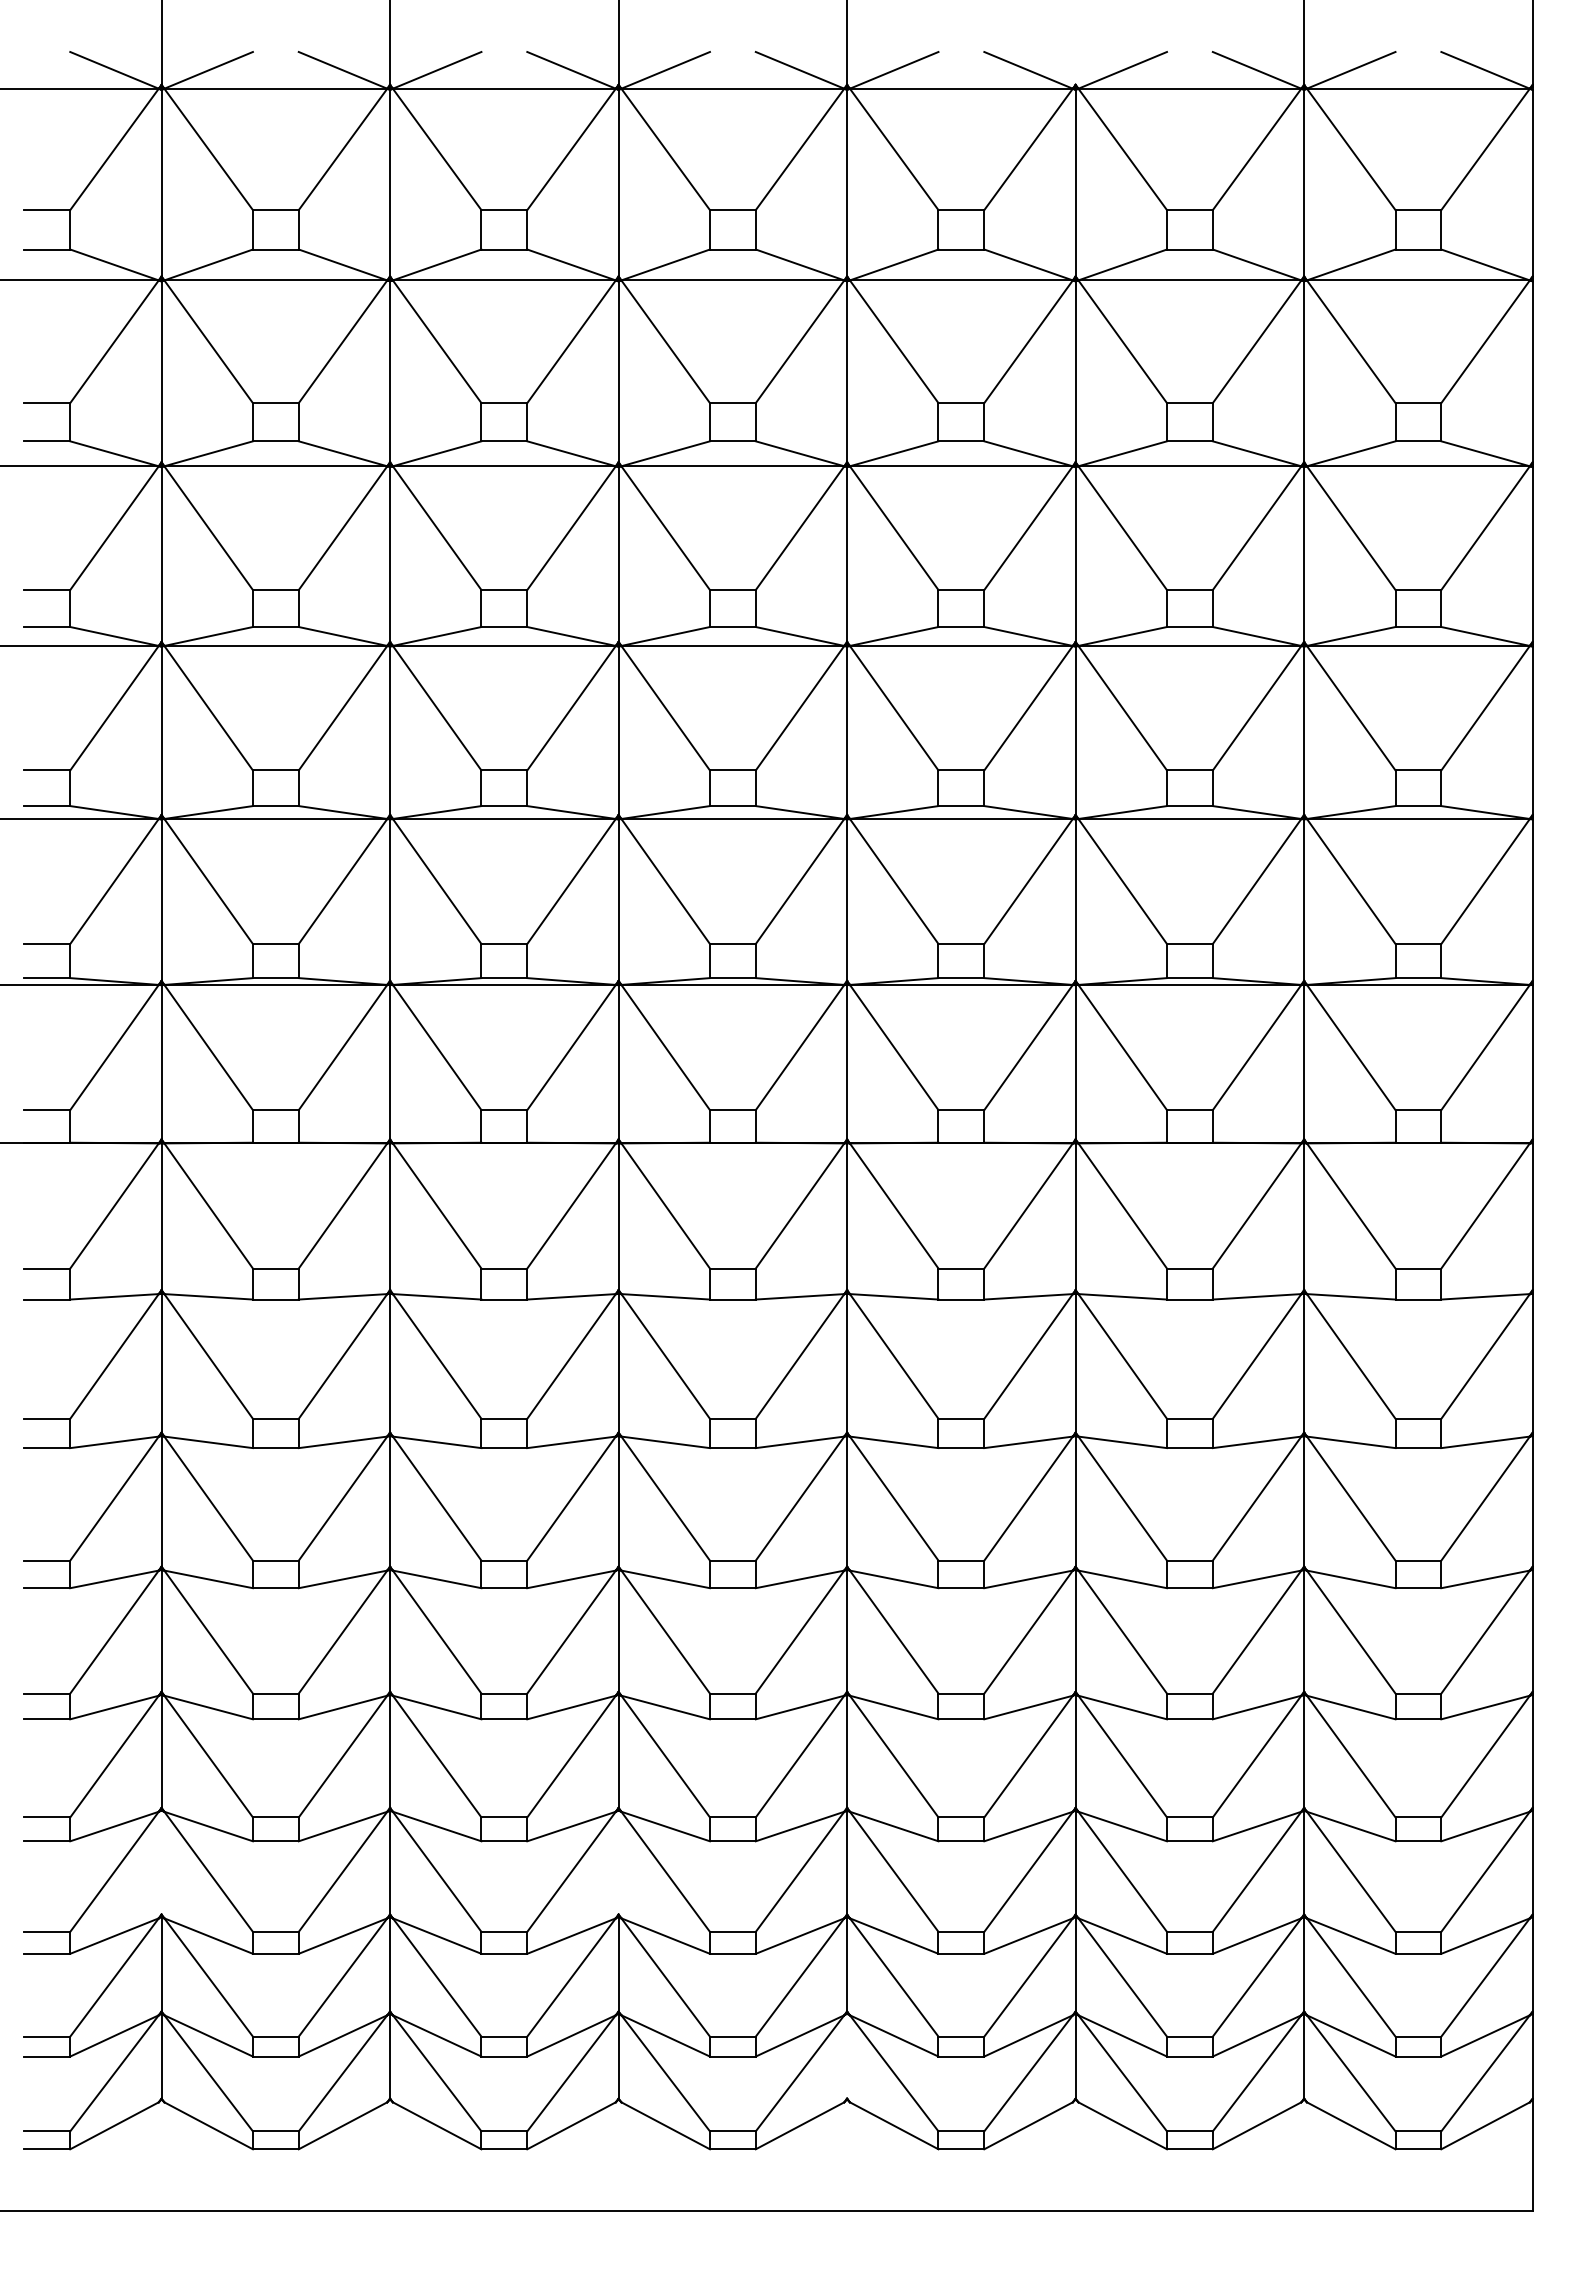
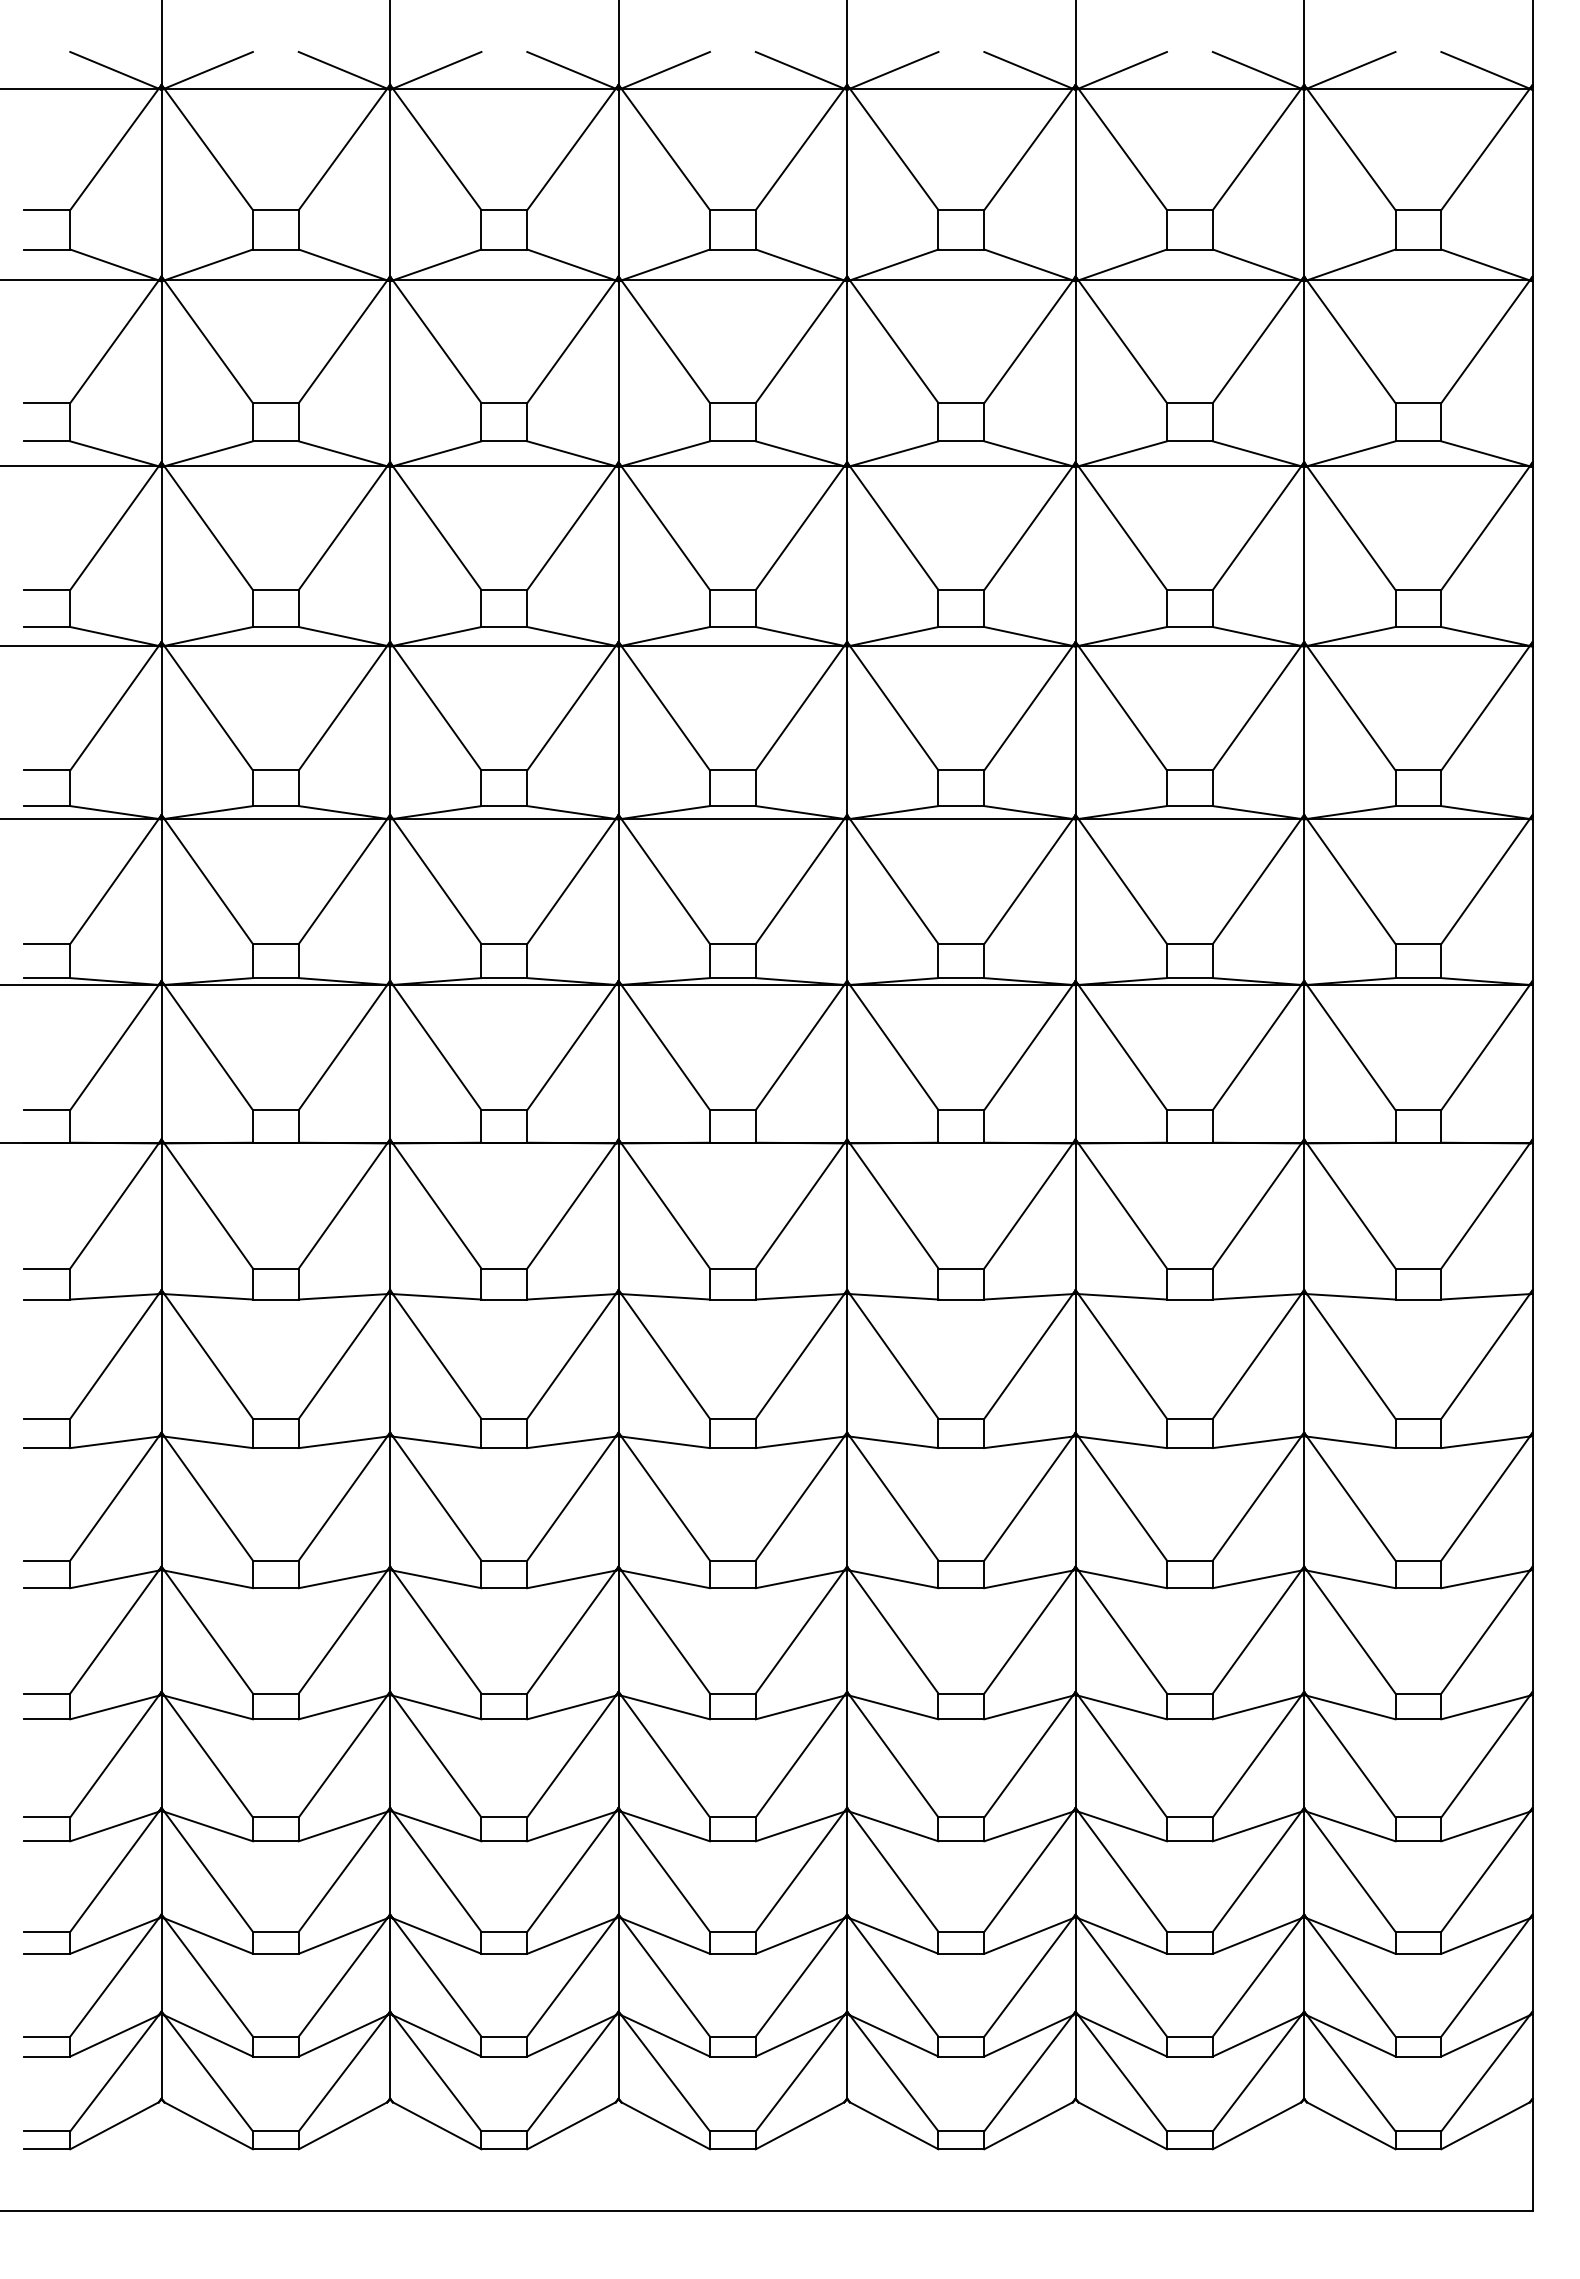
line at (1075, 43): none -> present
line at (161, 1862): none -> present
line at (618, 1862): none -> present
line at (847, 2055): none -> present
